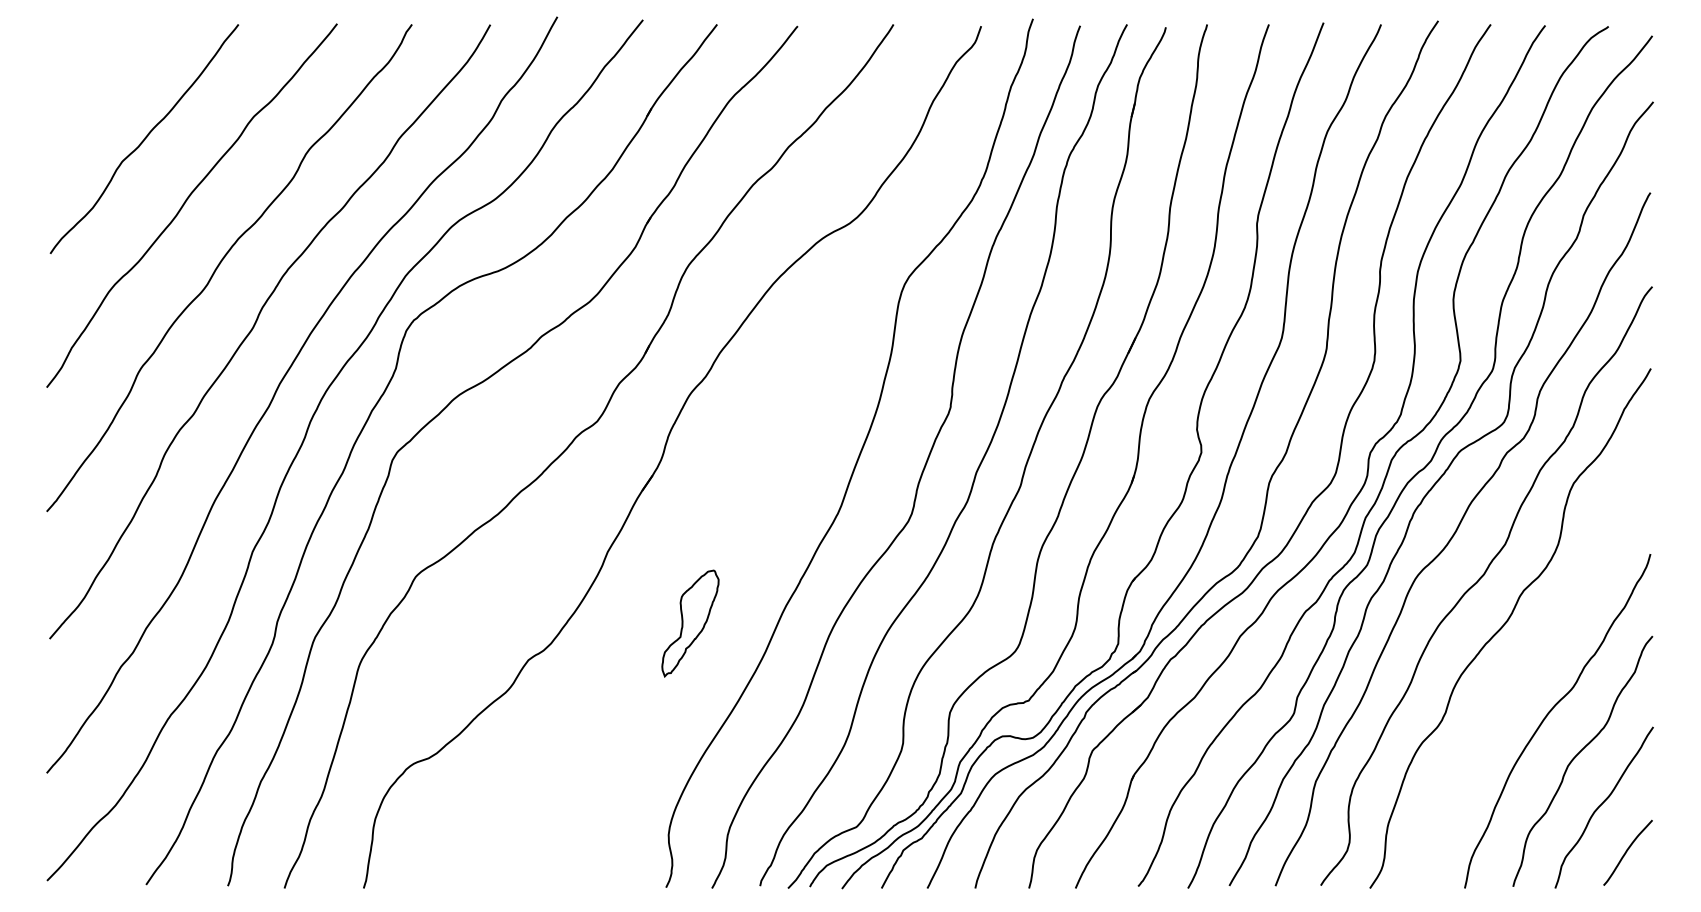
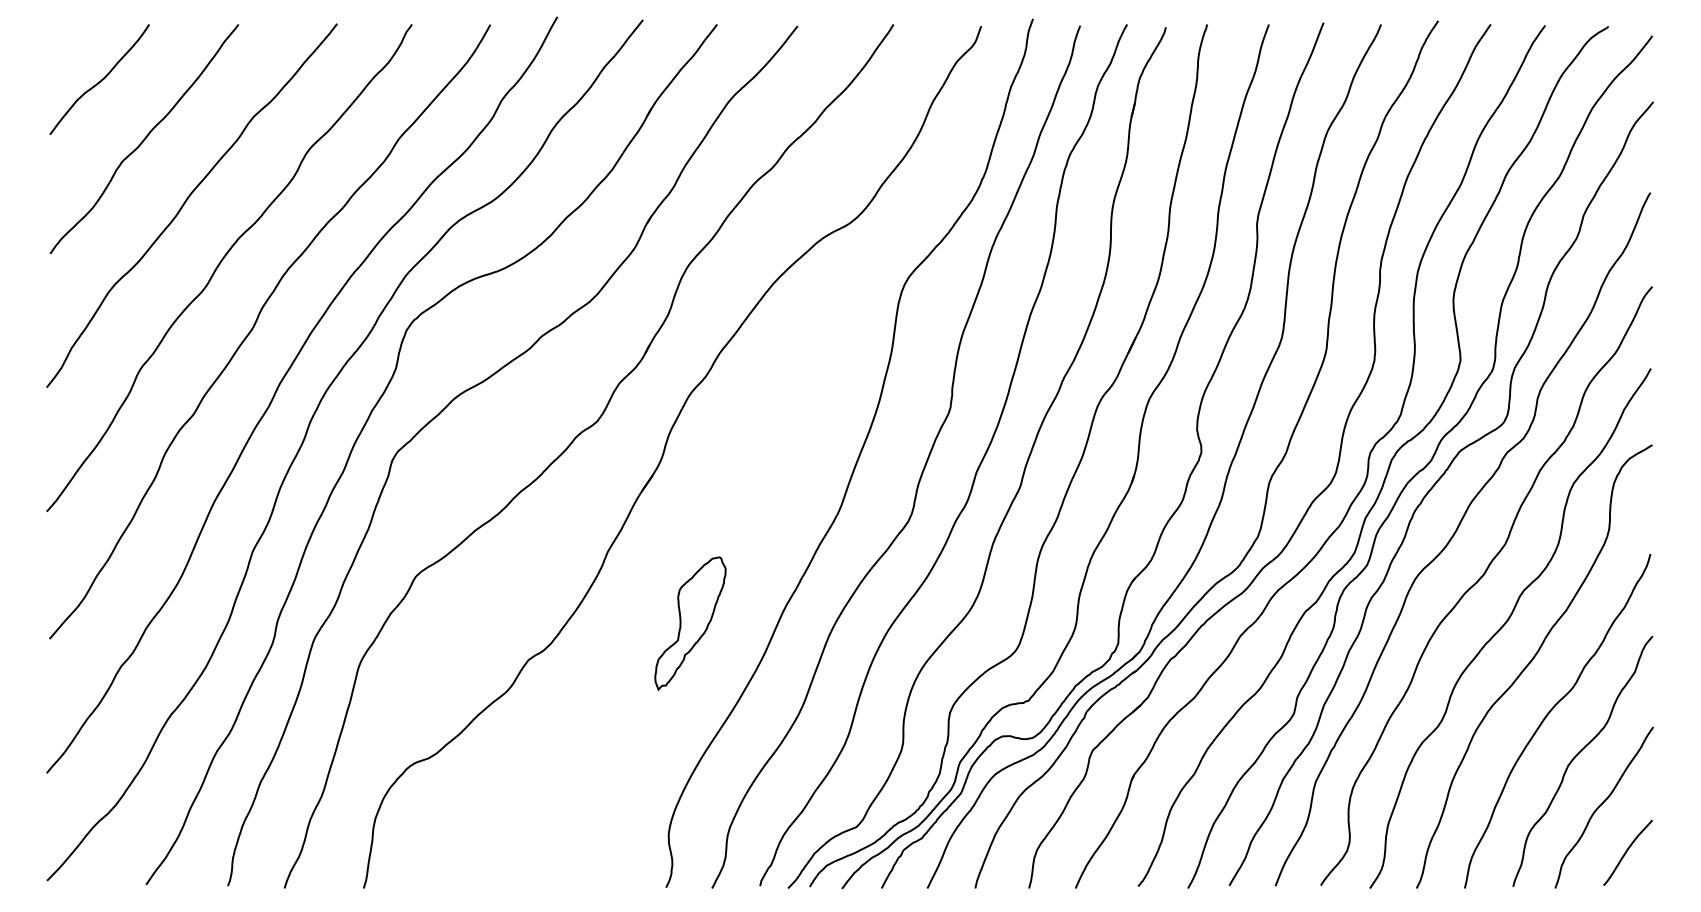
curve at (100, 80): none -> present
part at (690, 623) size: 59x109 px -> 73x135 px
curve at (1531, 662): none -> present
